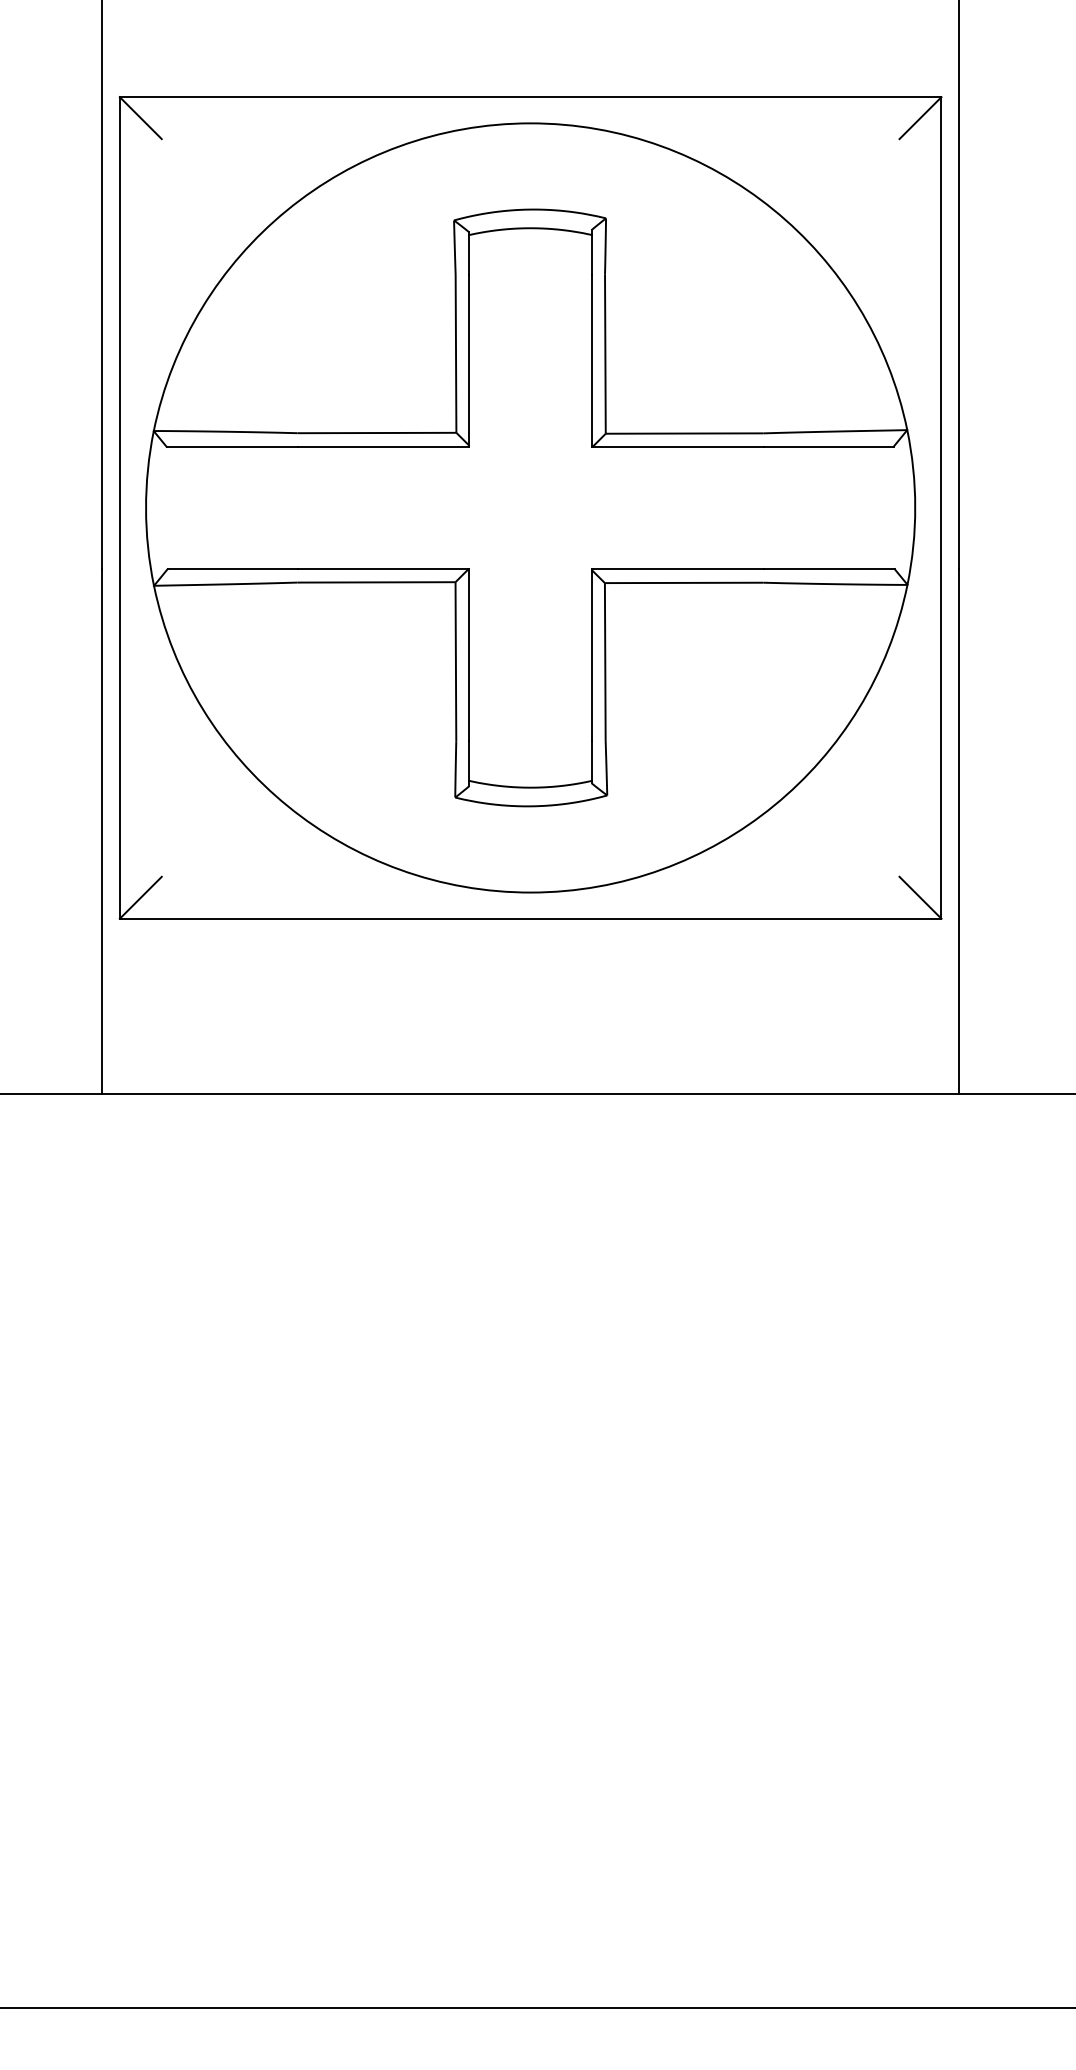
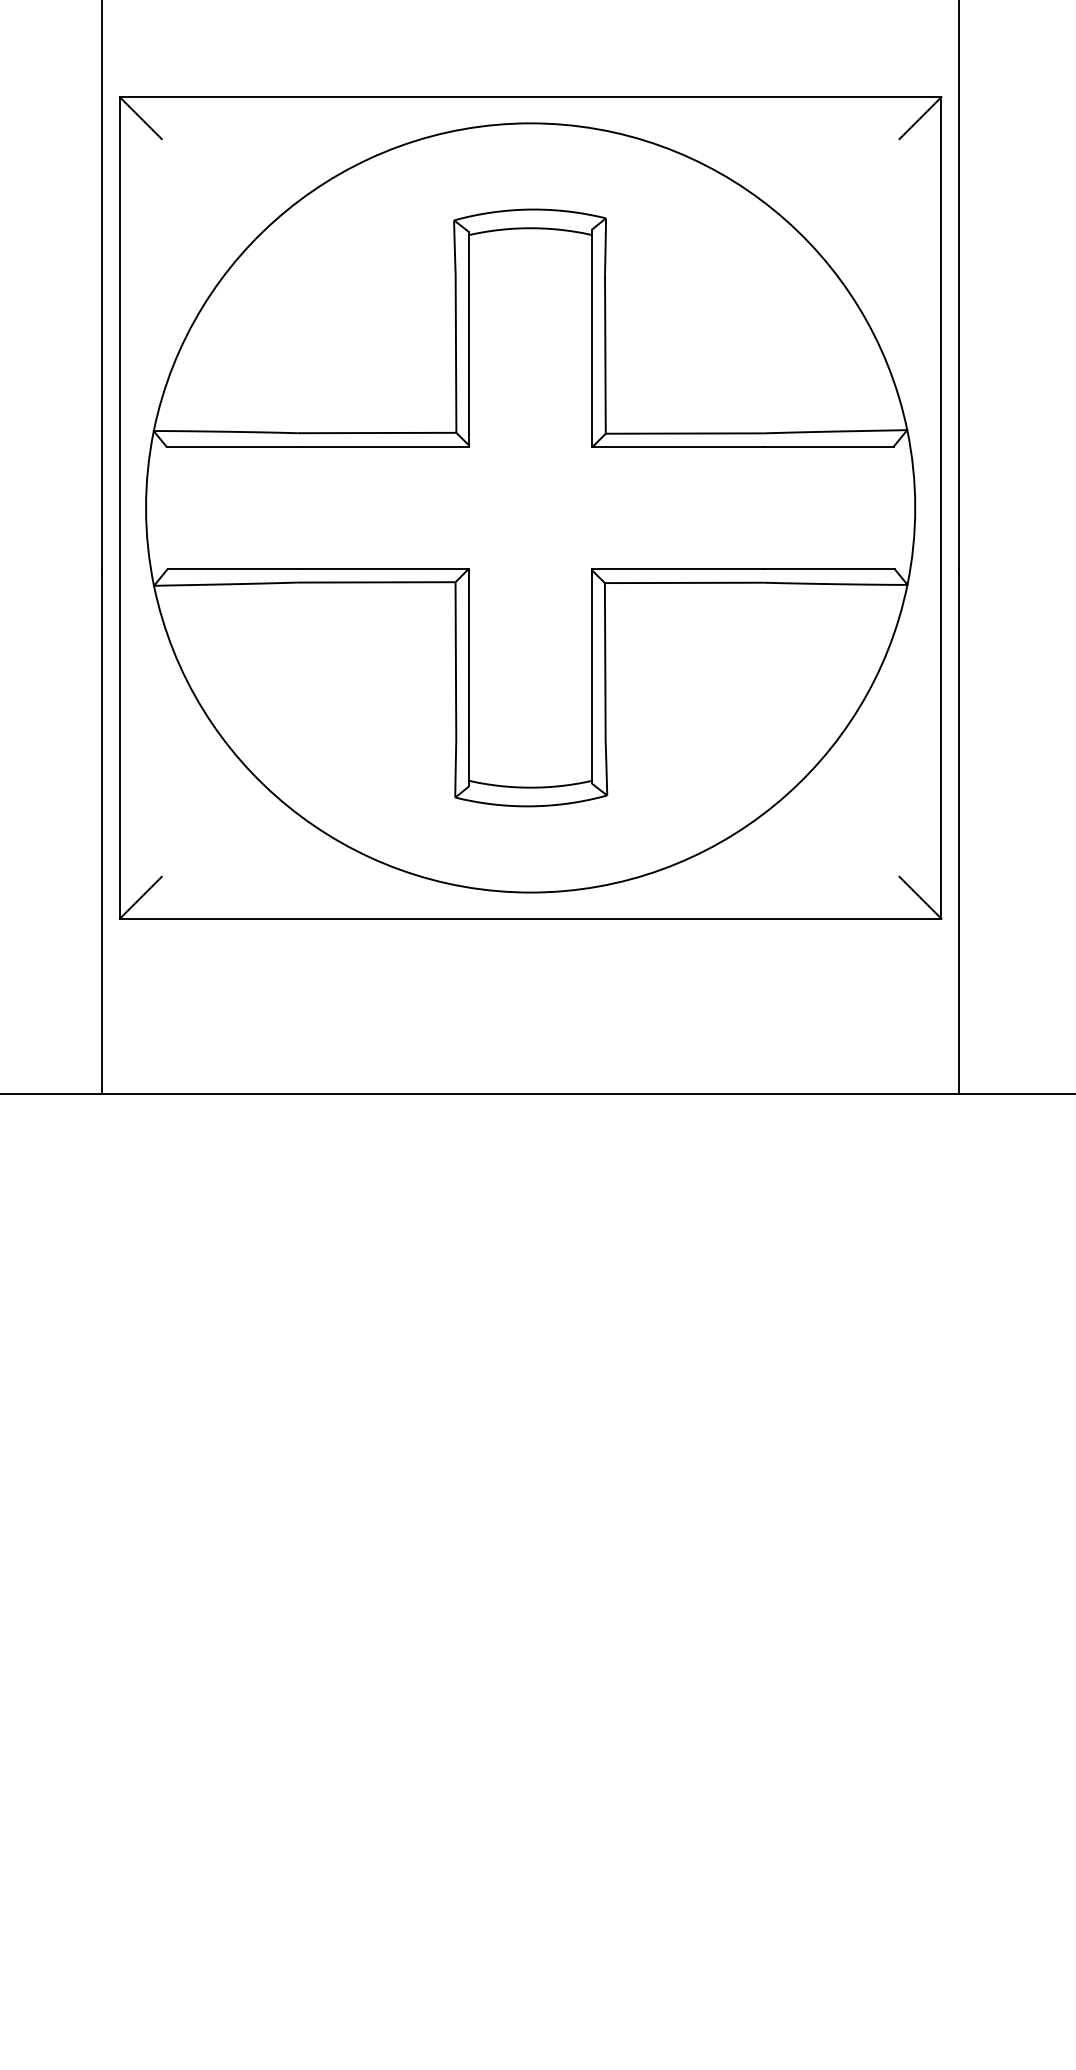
line at (537, 2007): present -> none
